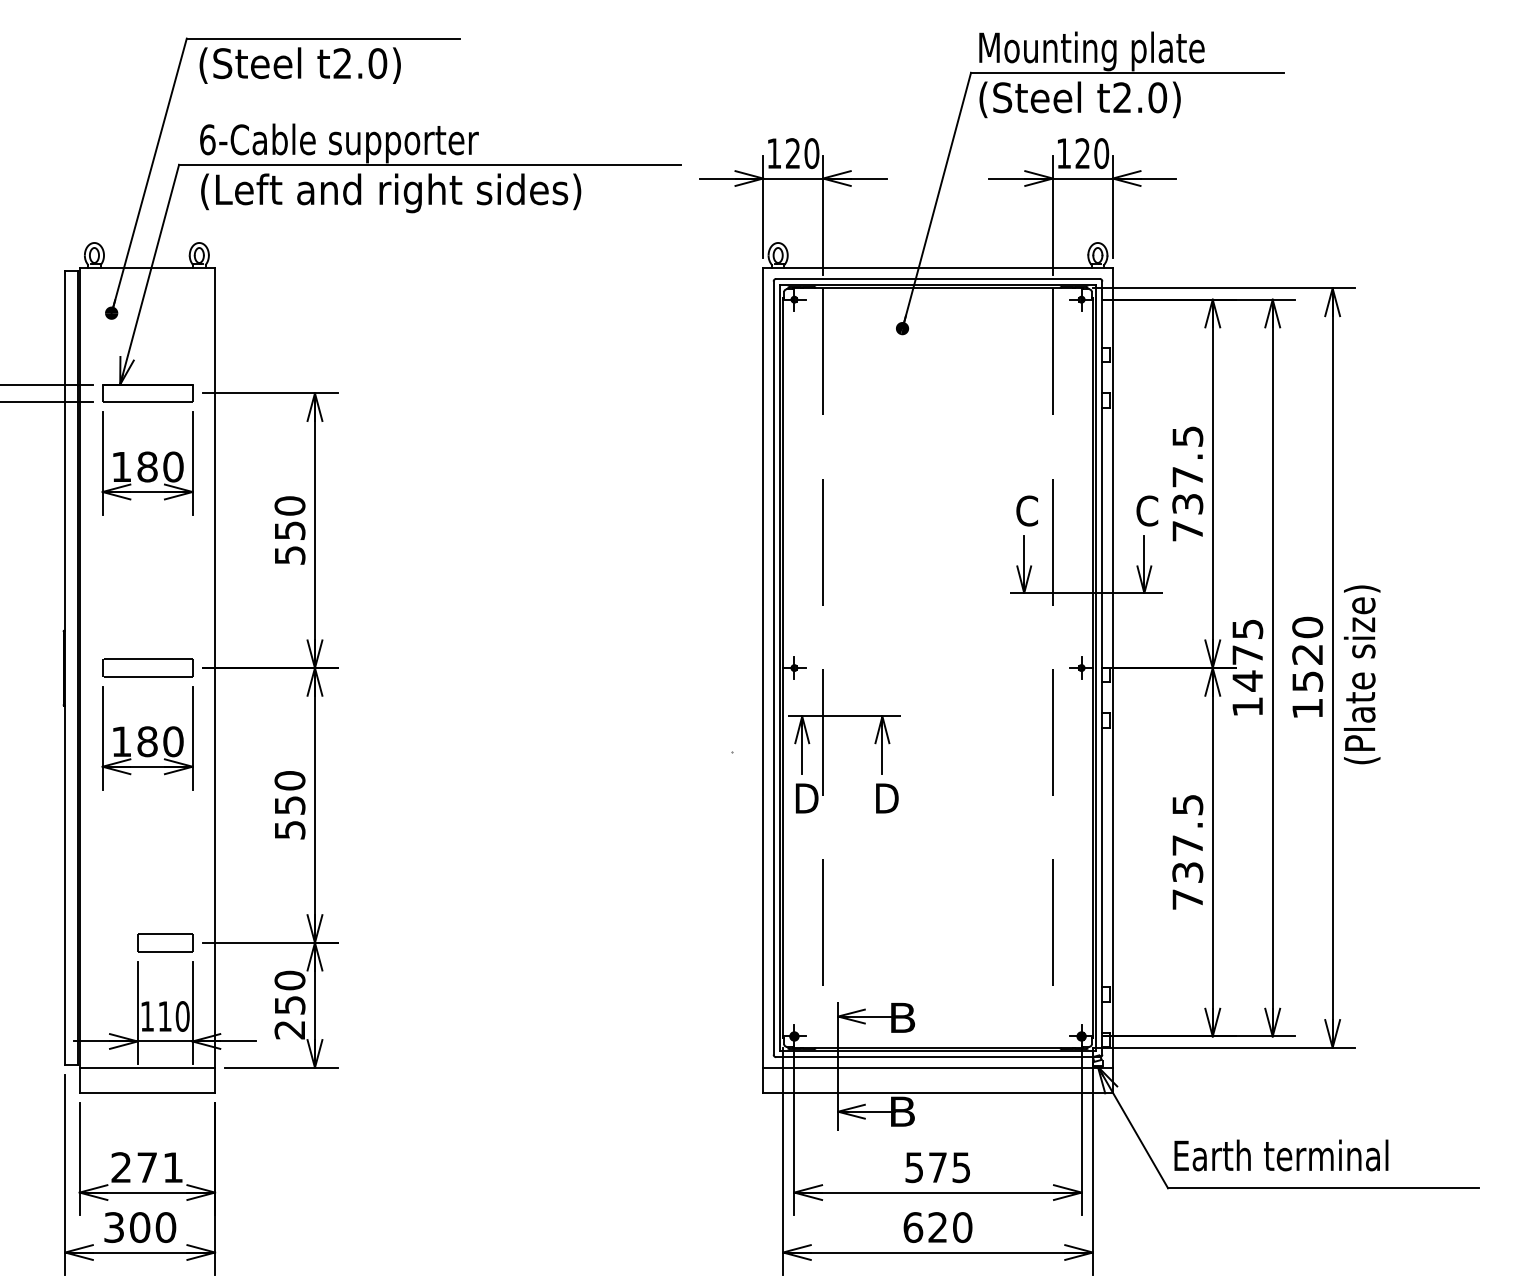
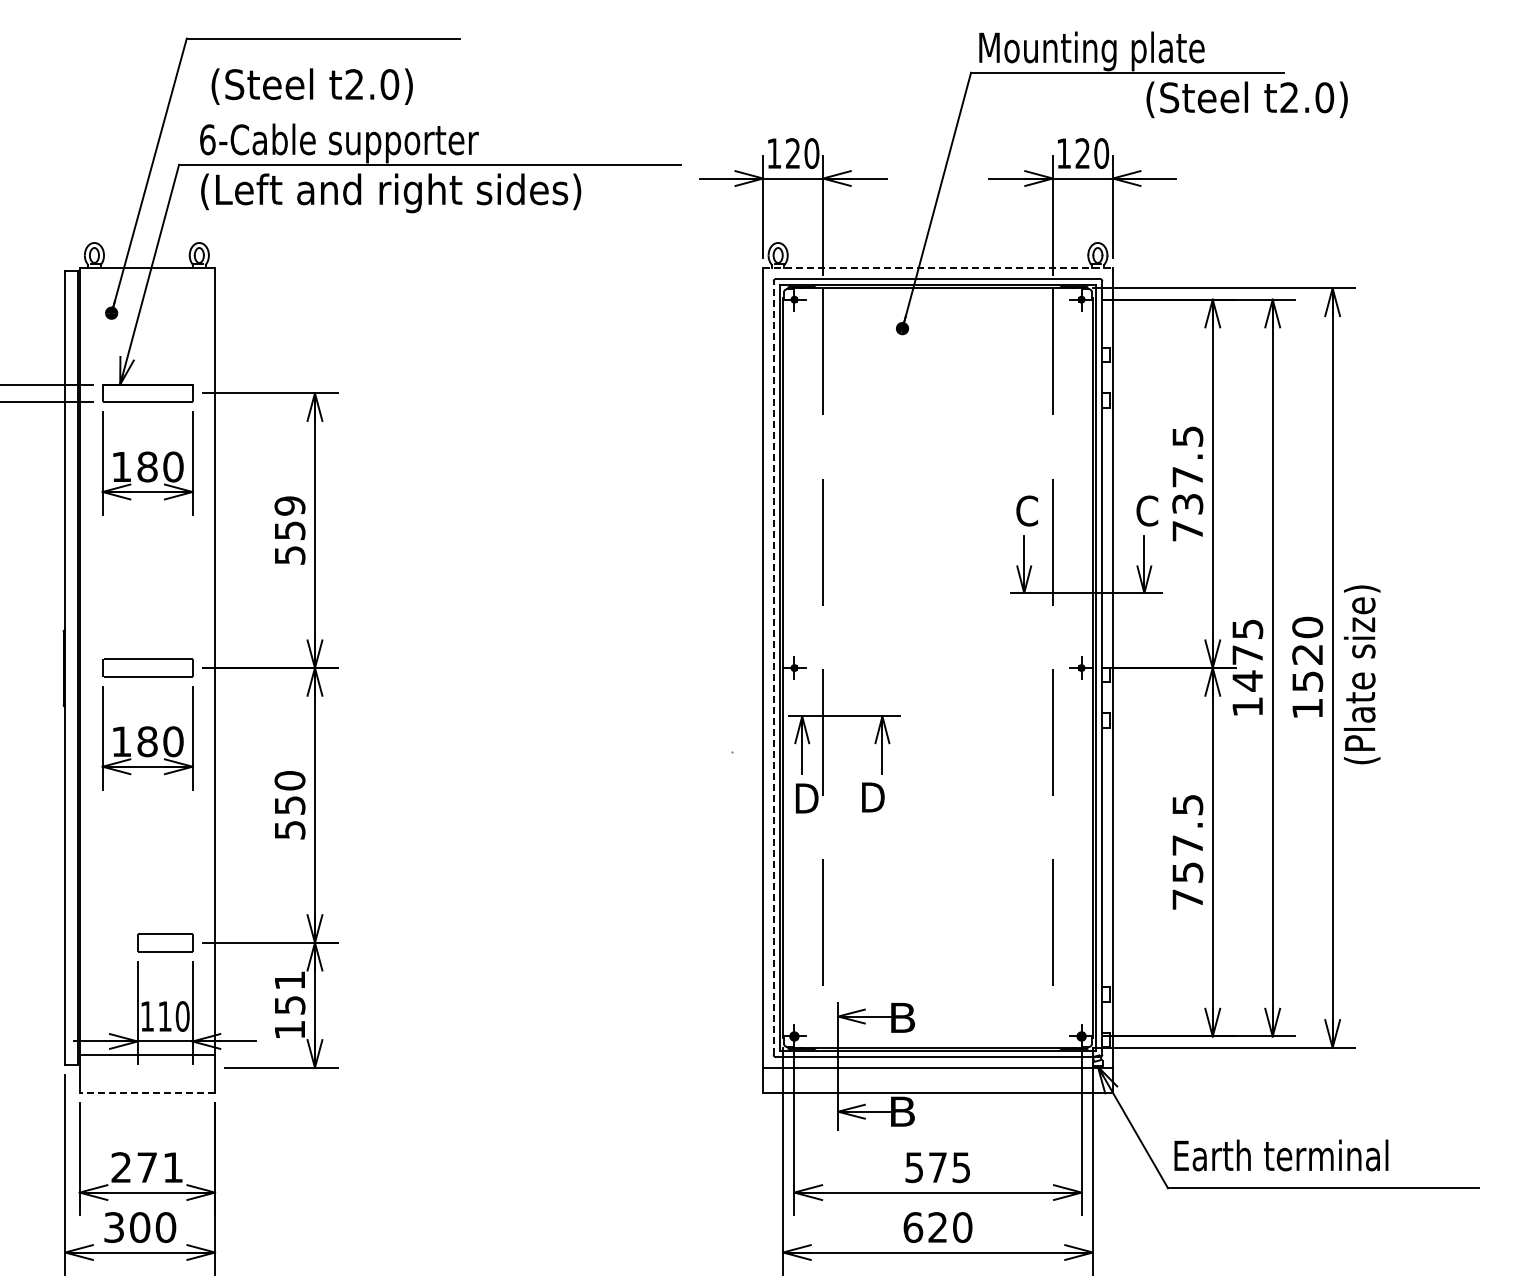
text at (299, 65) position: (299, 65) -> (311, 86)
text at (1079, 99) position: (1079, 99) -> (1246, 99)
line at (938, 268): solid -> dashed
text at (289, 505): 550 -> 559
line at (773, 668): solid -> dashed
text at (887, 798) position: (887, 798) -> (873, 797)
text at (1187, 872): 737.5 -> 757.5
text at (289, 1004): 250 -> 151
line at (147, 1067) position: (147, 1067) -> (147, 1054)
line at (147, 1092): solid -> dashed
